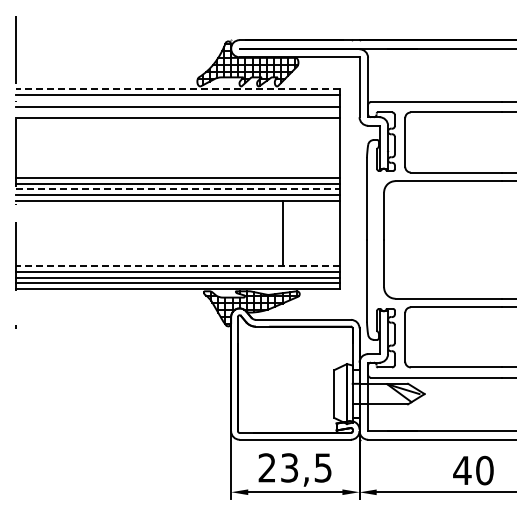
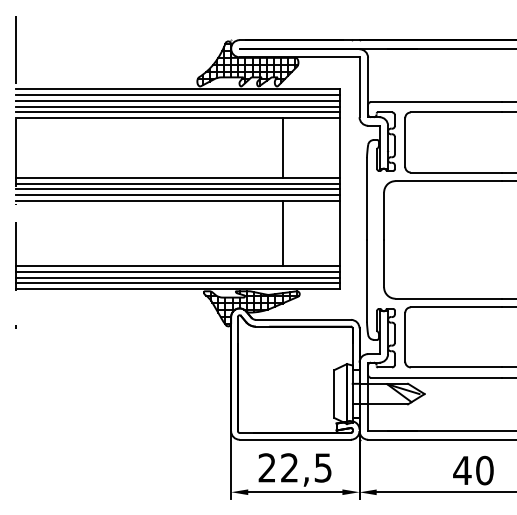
line at (177, 89): dashed -> solid
line at (177, 100): none -> present
line at (177, 112): none -> present
line at (282, 147): none -> present
line at (178, 189): dashed -> solid
line at (177, 266): dashed -> solid
text at (289, 467): 23,5 -> 22,5
